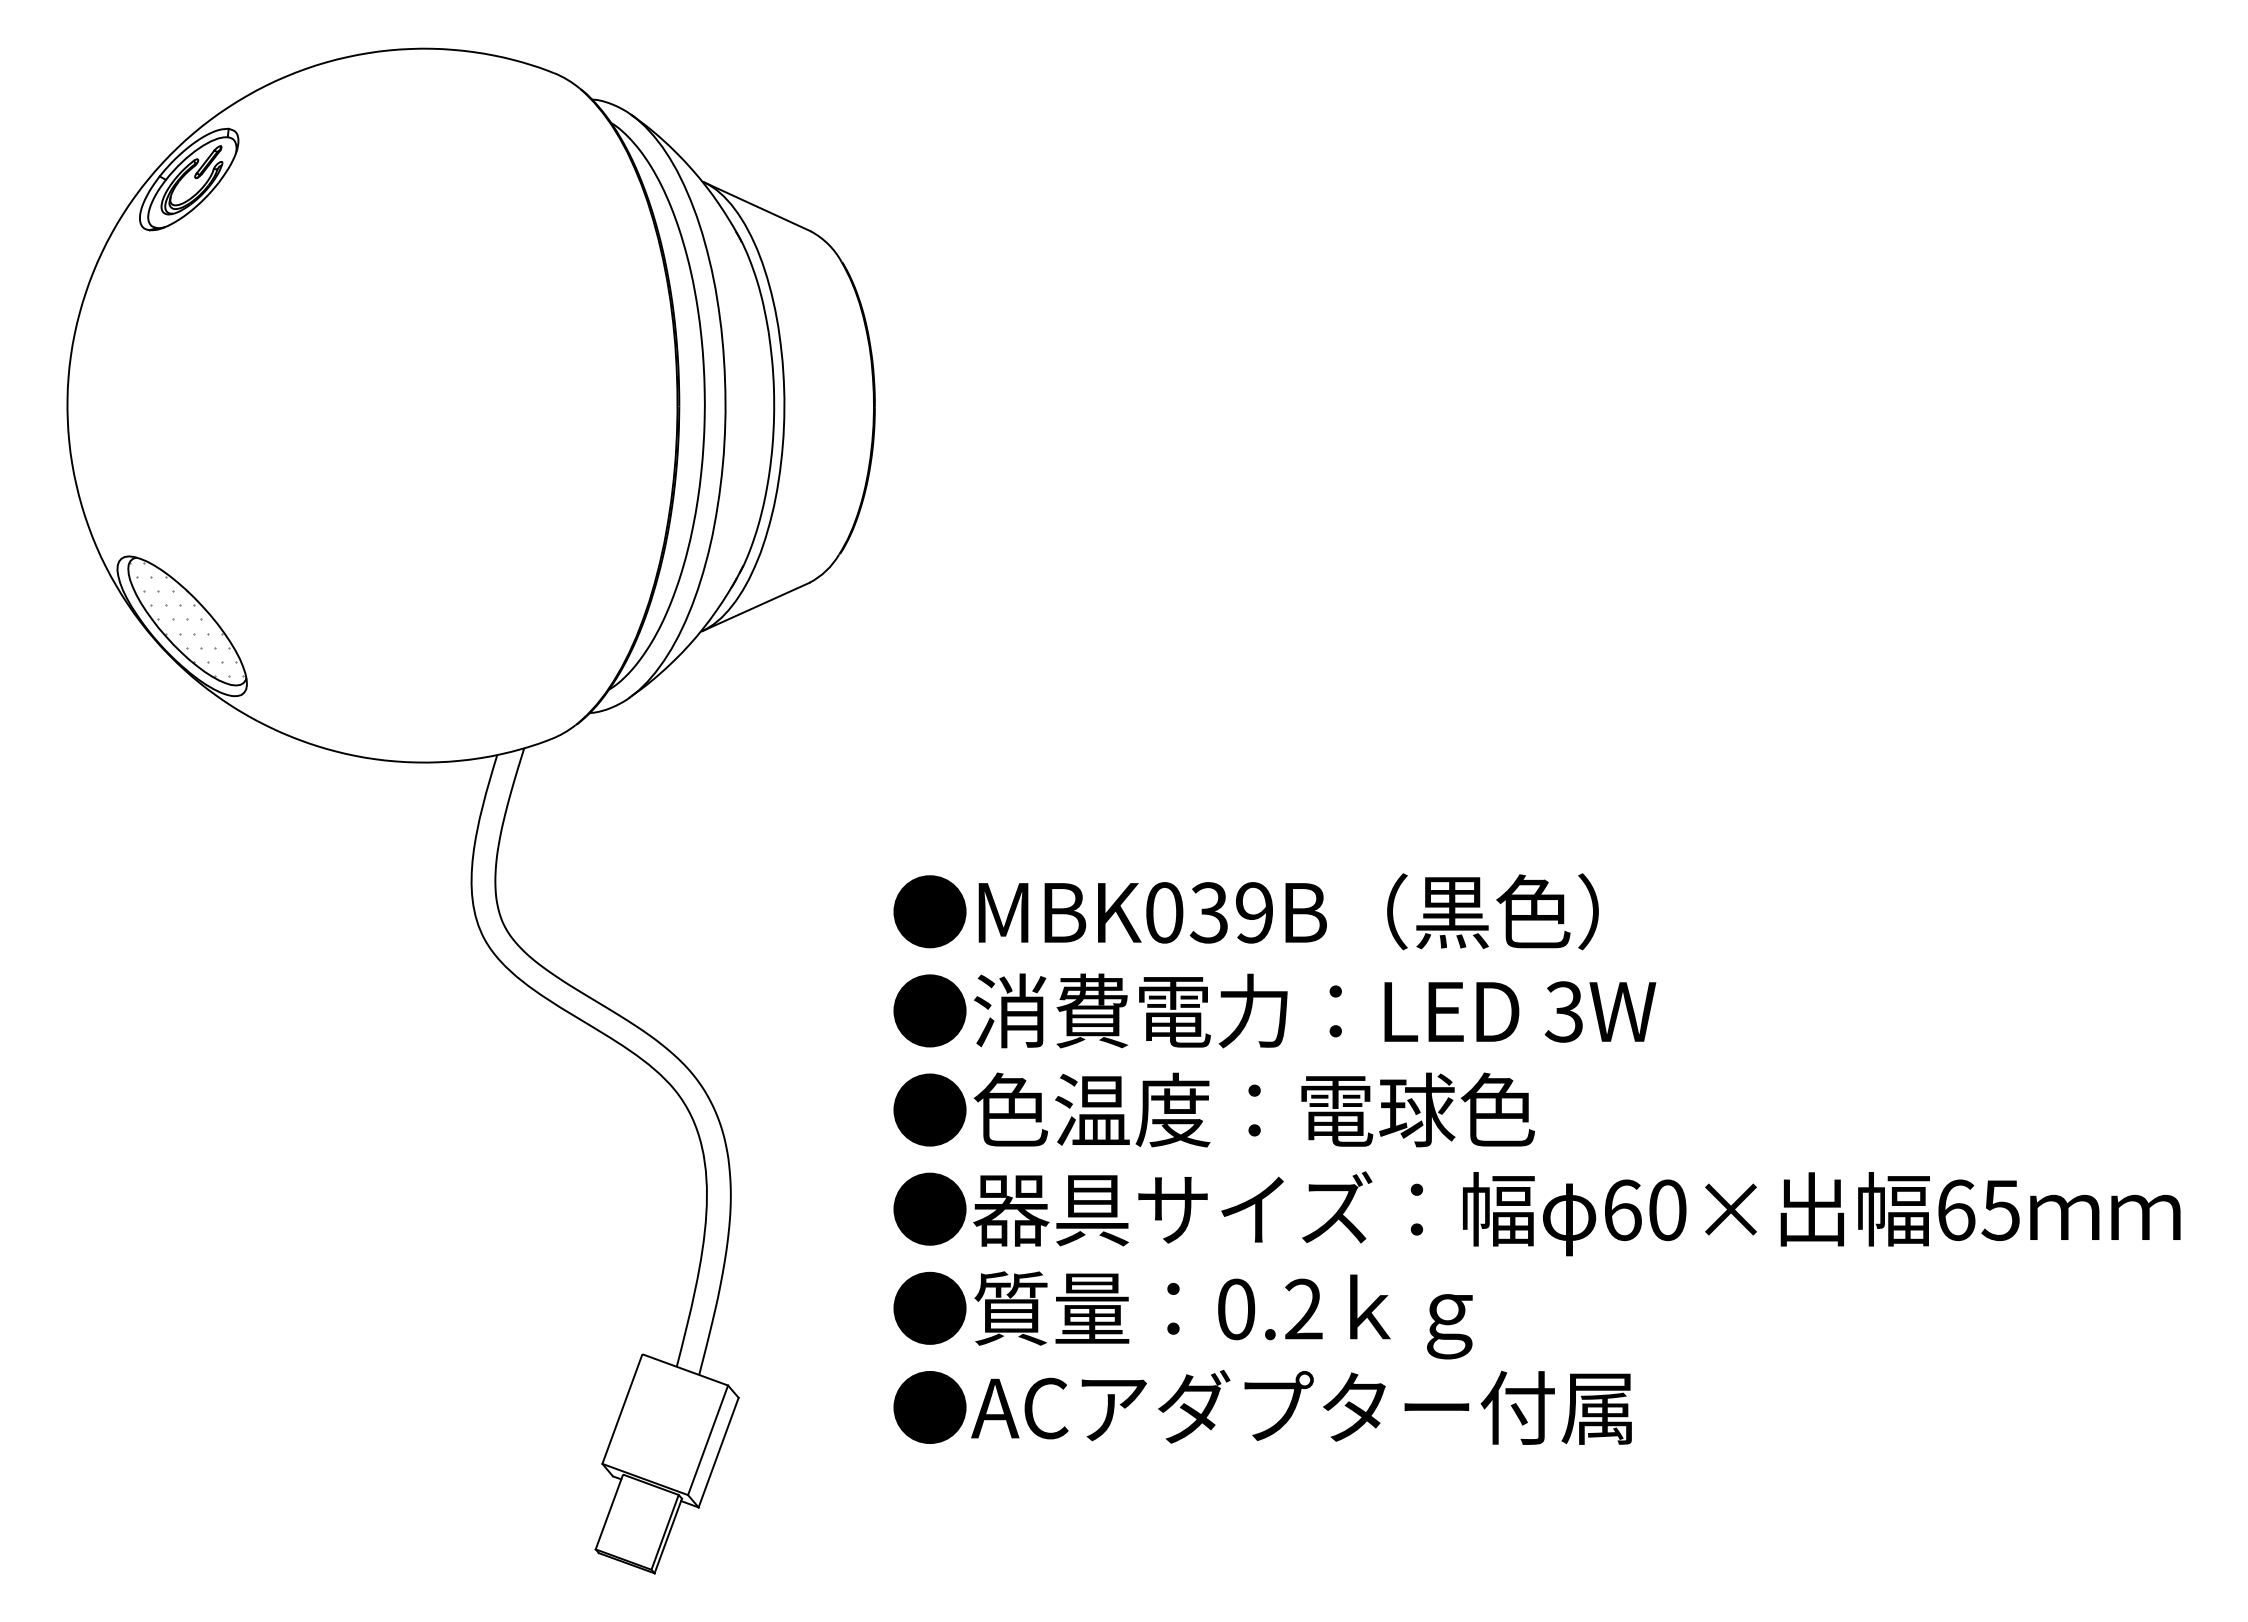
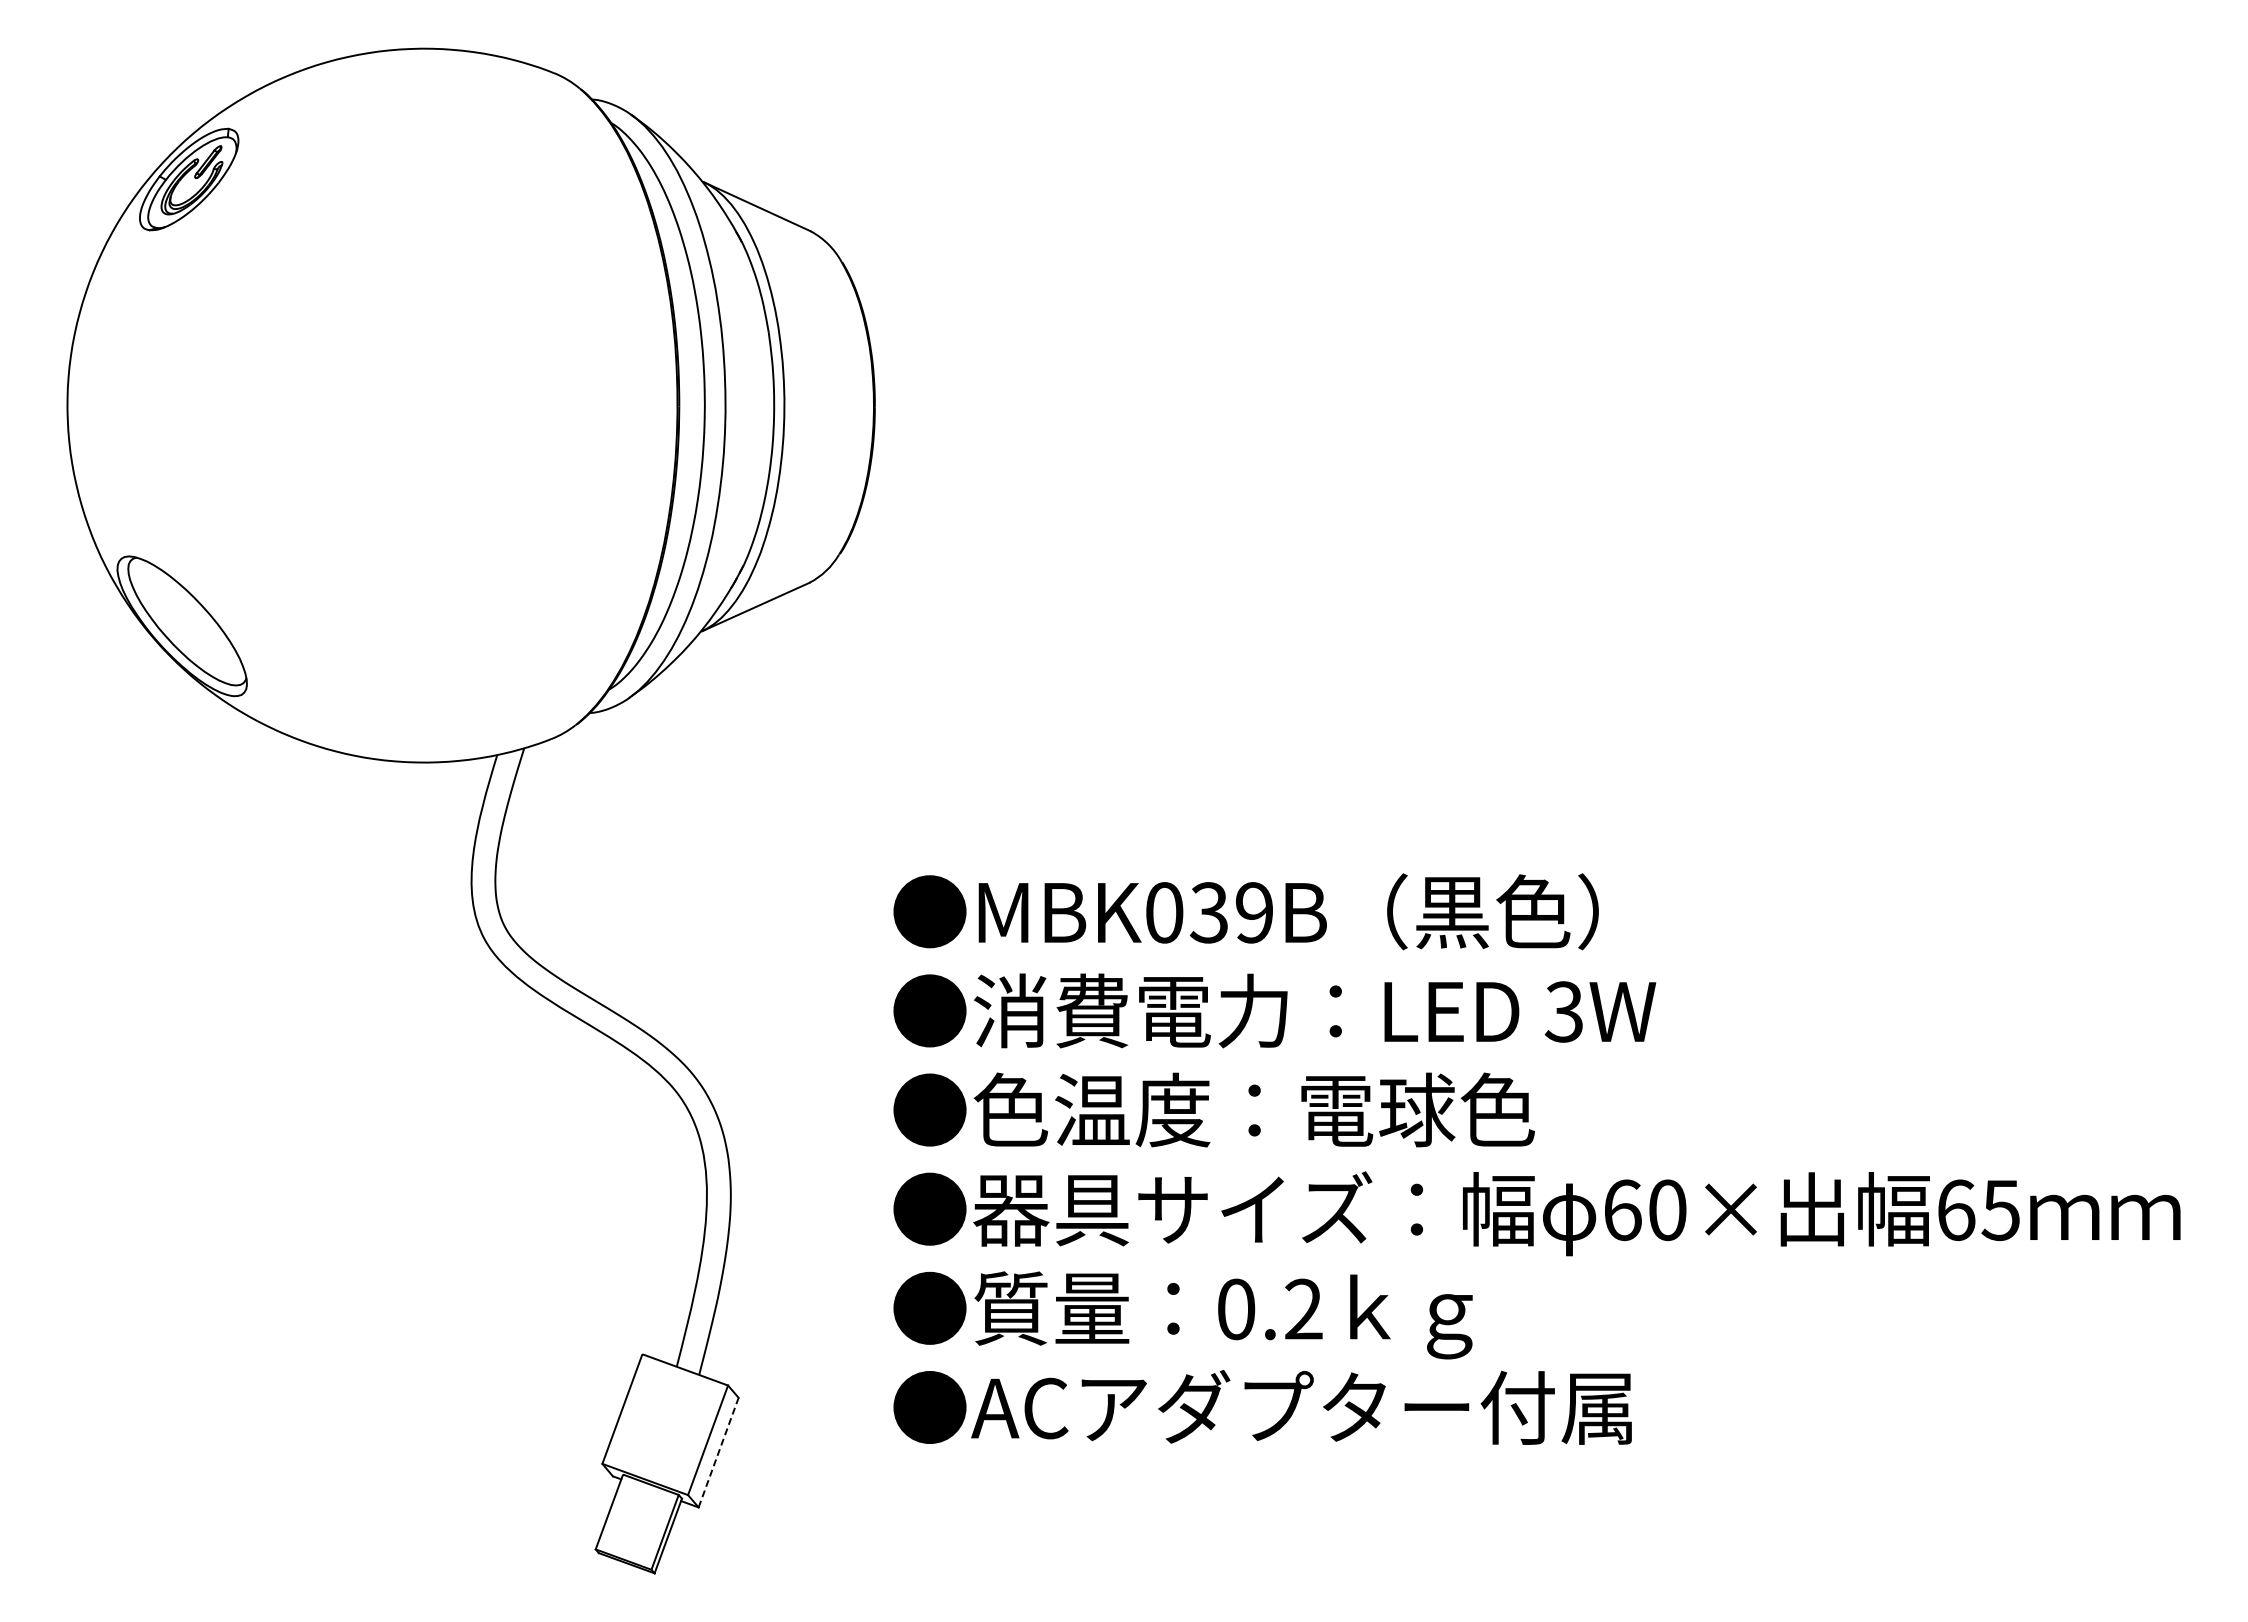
hatch at (186, 619): present -> none
line at (718, 1452): solid -> dashed
